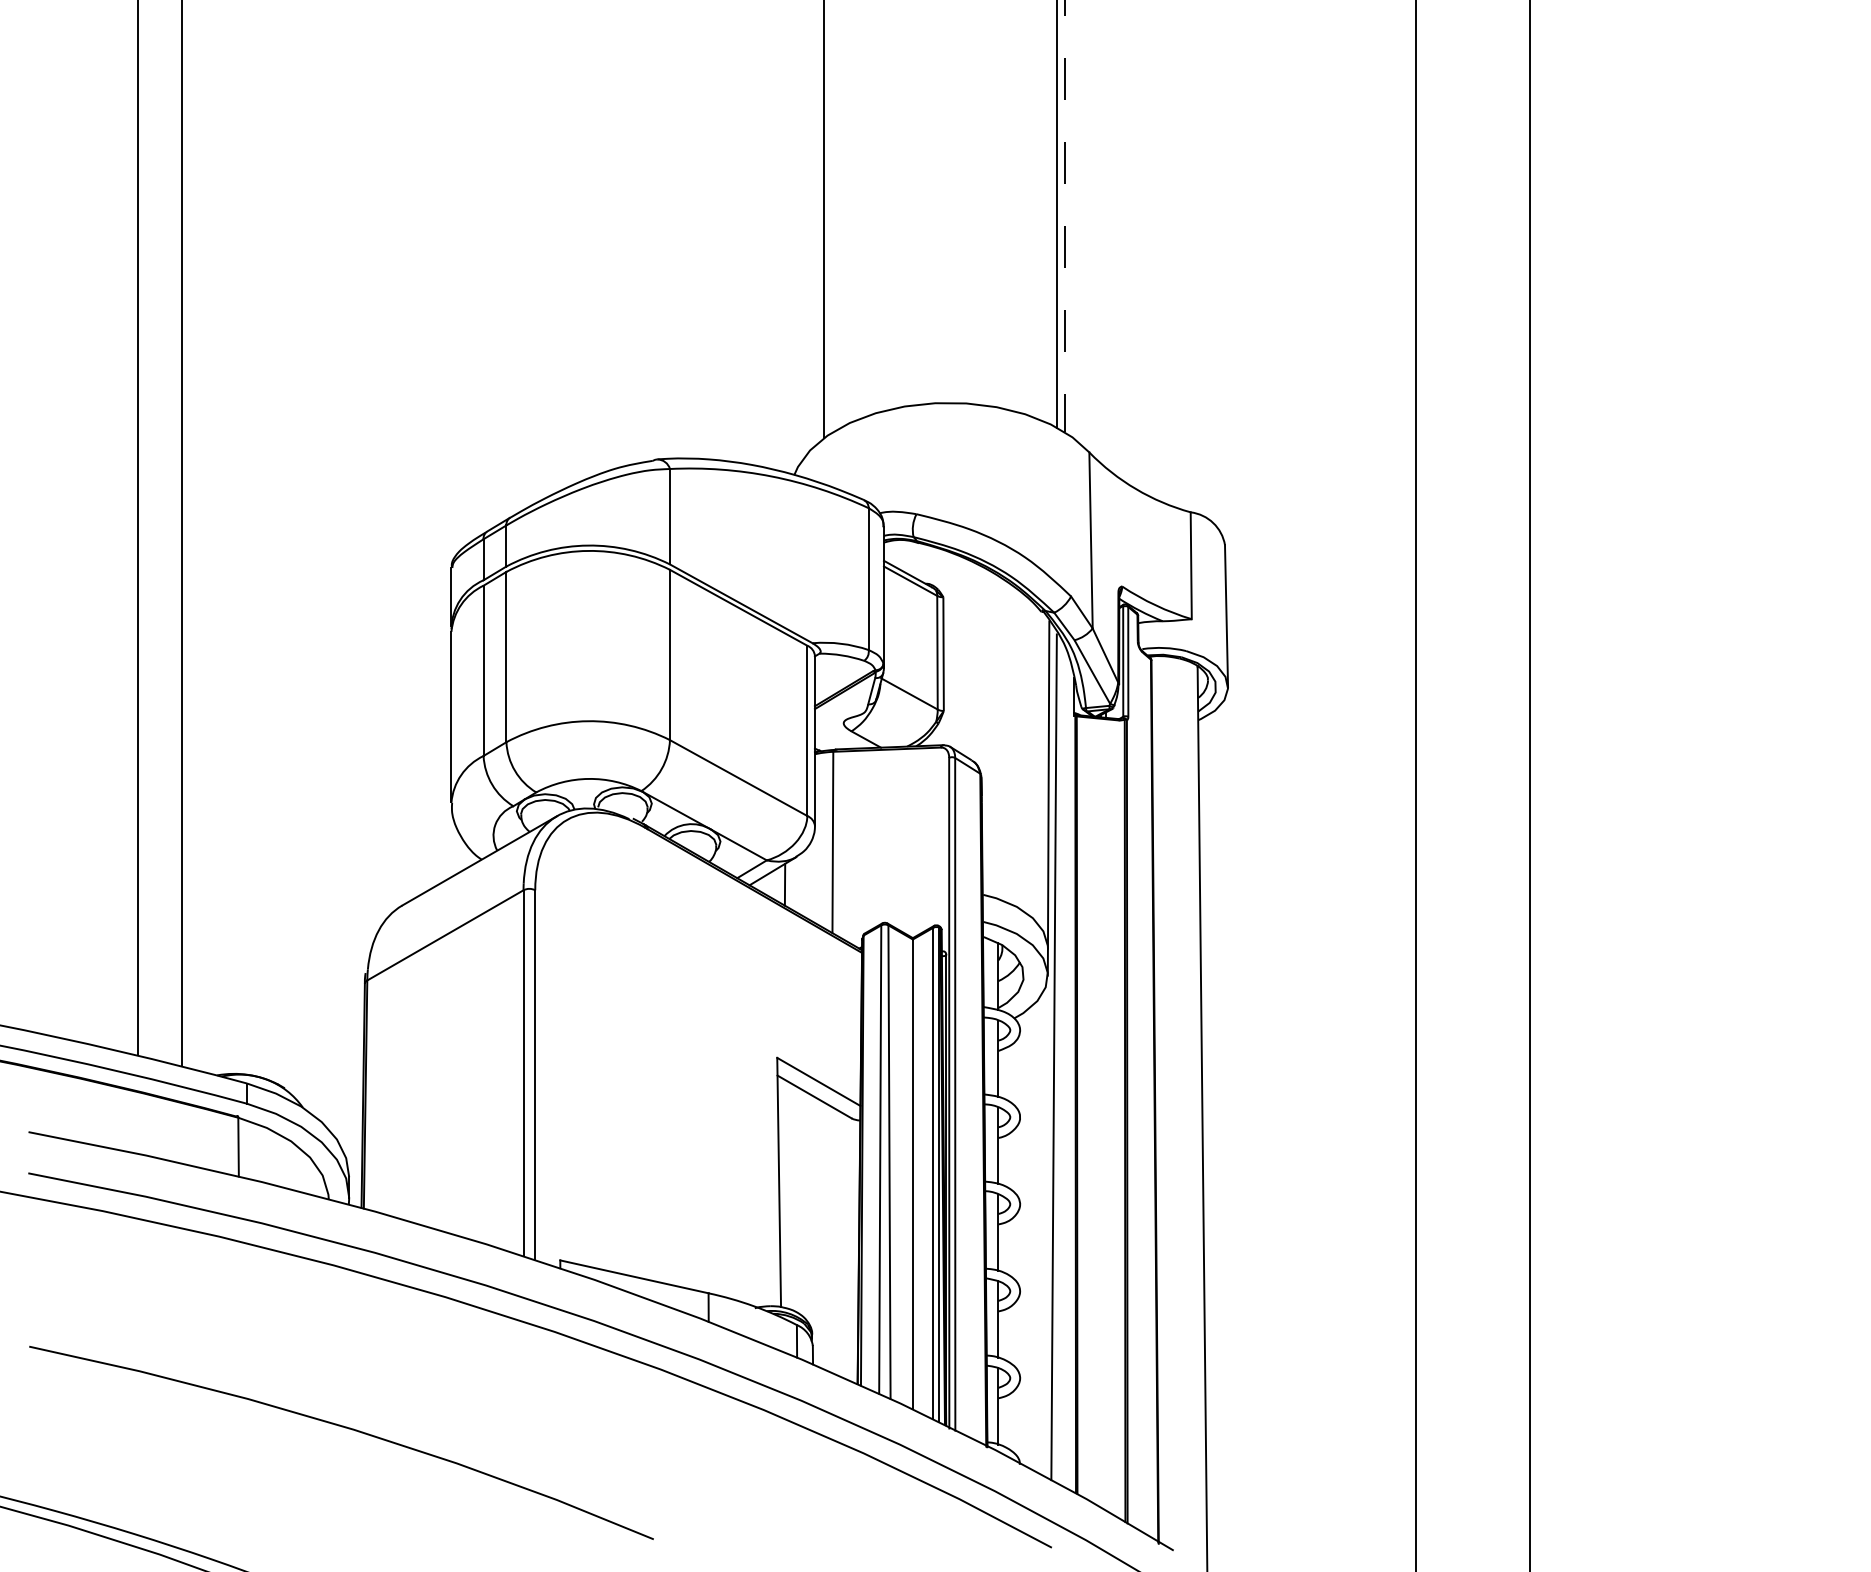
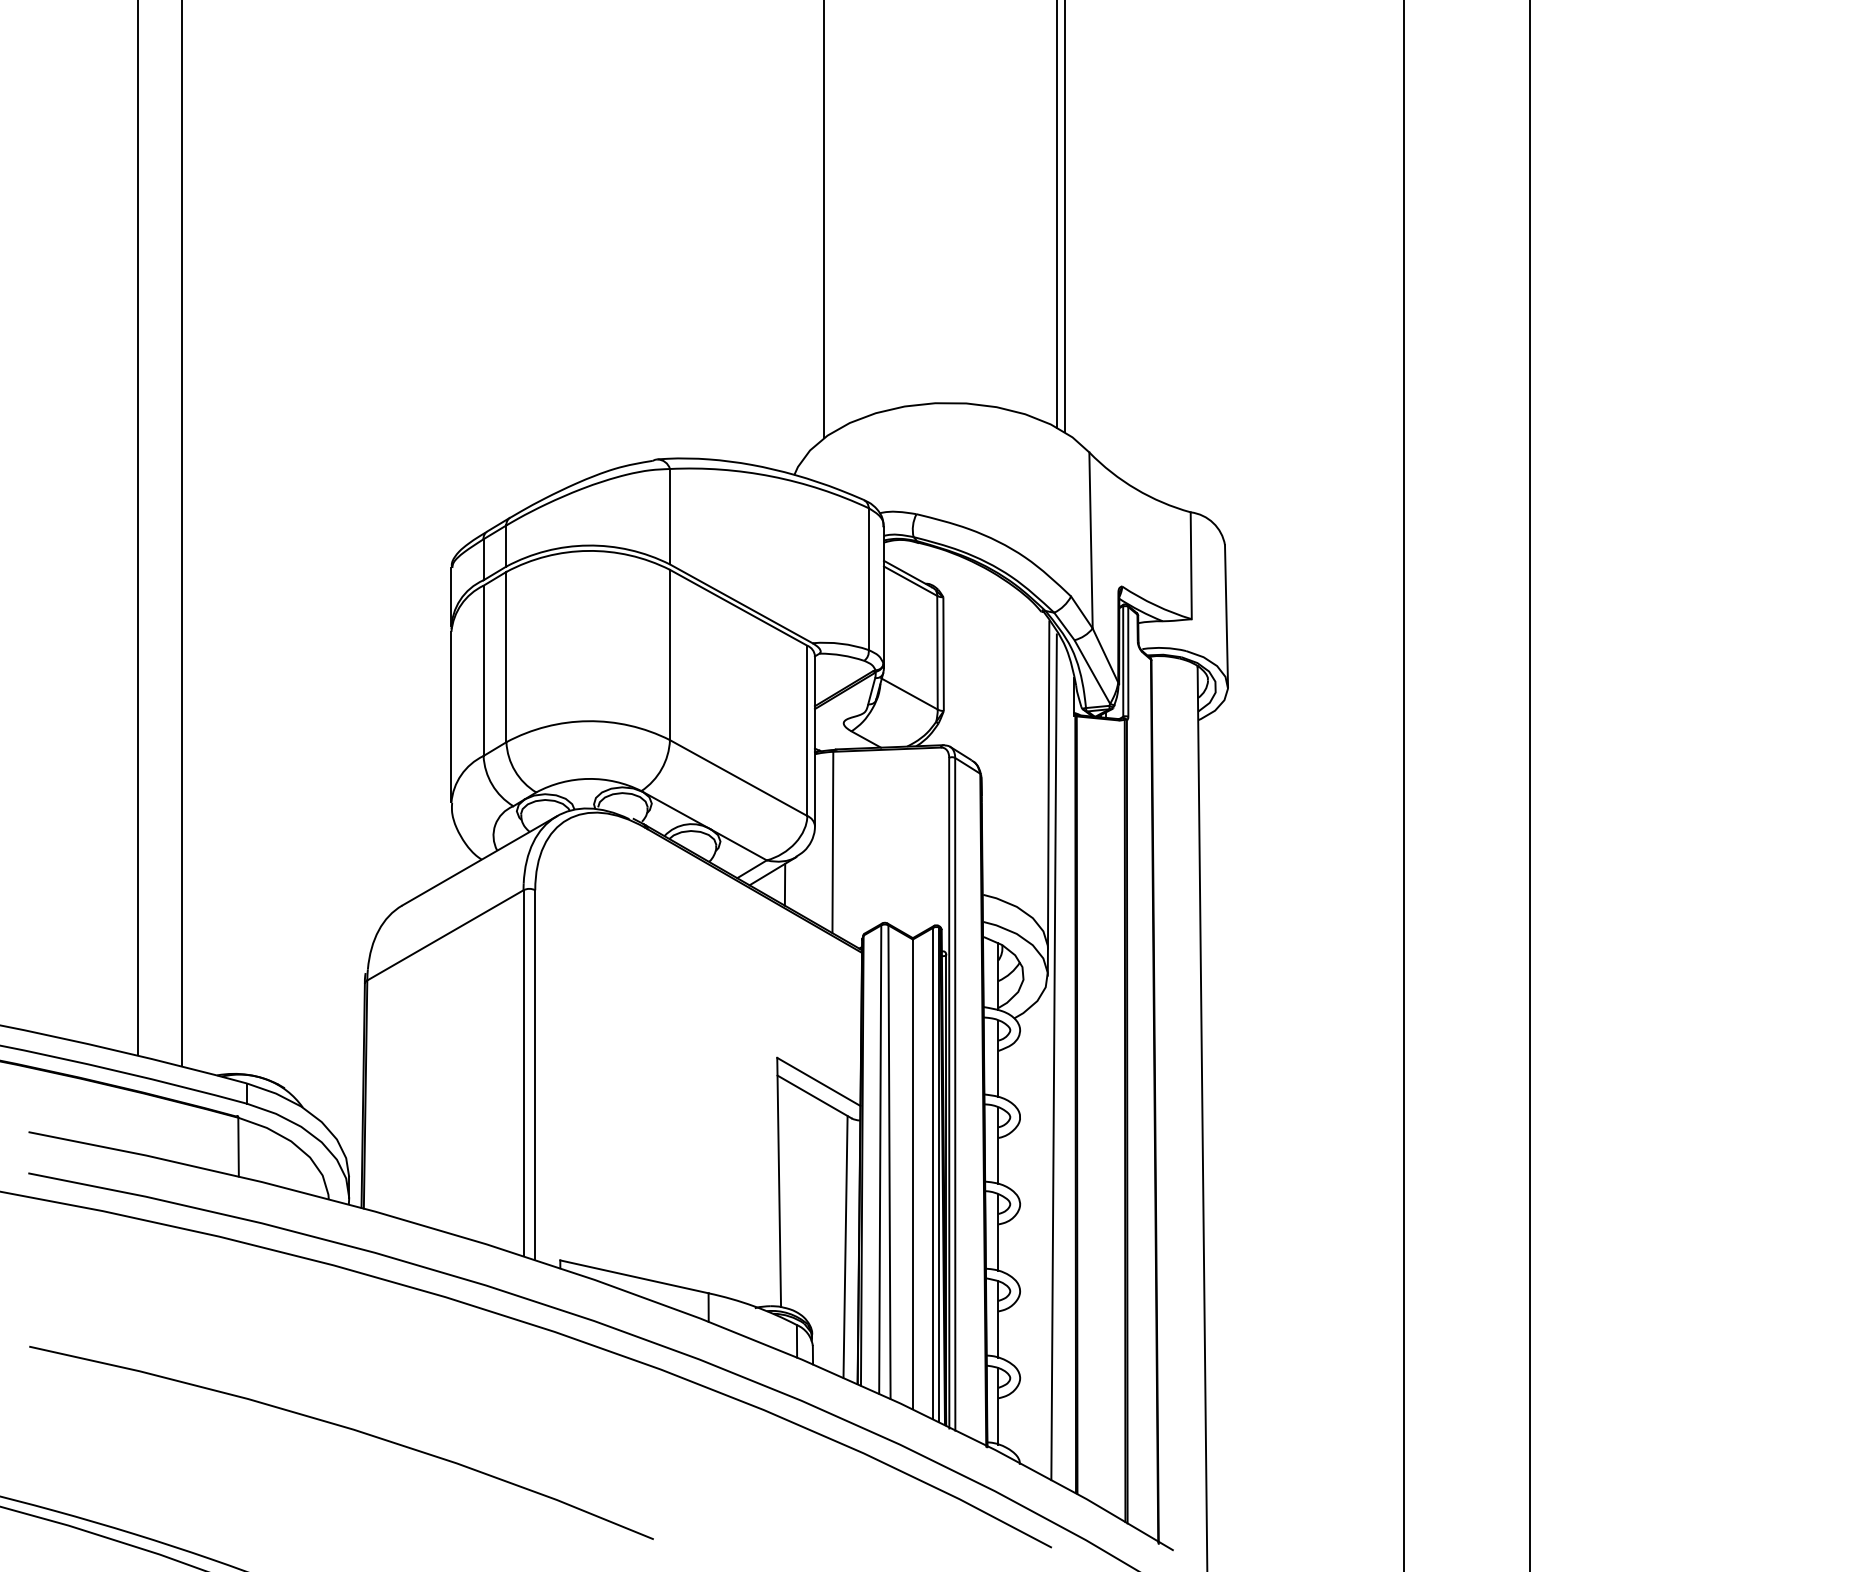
line at (1064, 216): dashed -> solid
line at (1415, 785) position: (1415, 785) -> (1403, 785)
line at (845, 1246): none -> present
